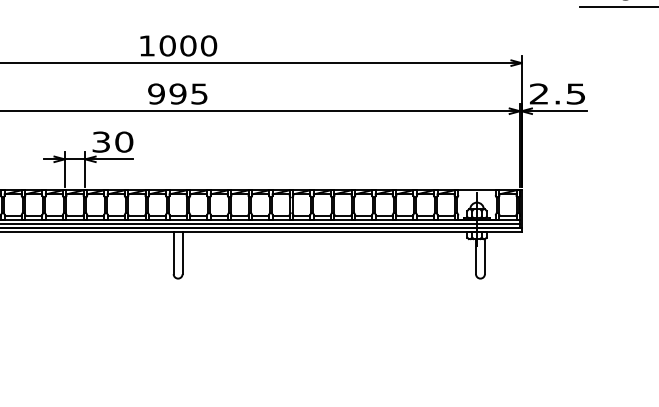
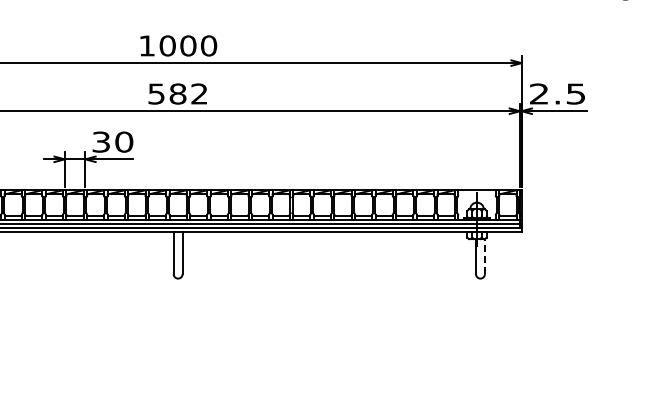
line at (617, 7): present -> none
text at (177, 93): 995 -> 582
line at (484, 256): solid -> dashed
